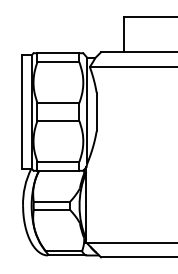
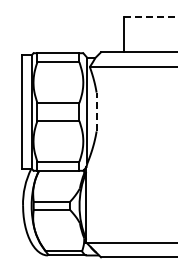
line at (151, 16): solid -> dashed
line at (96, 111): solid -> dashed
